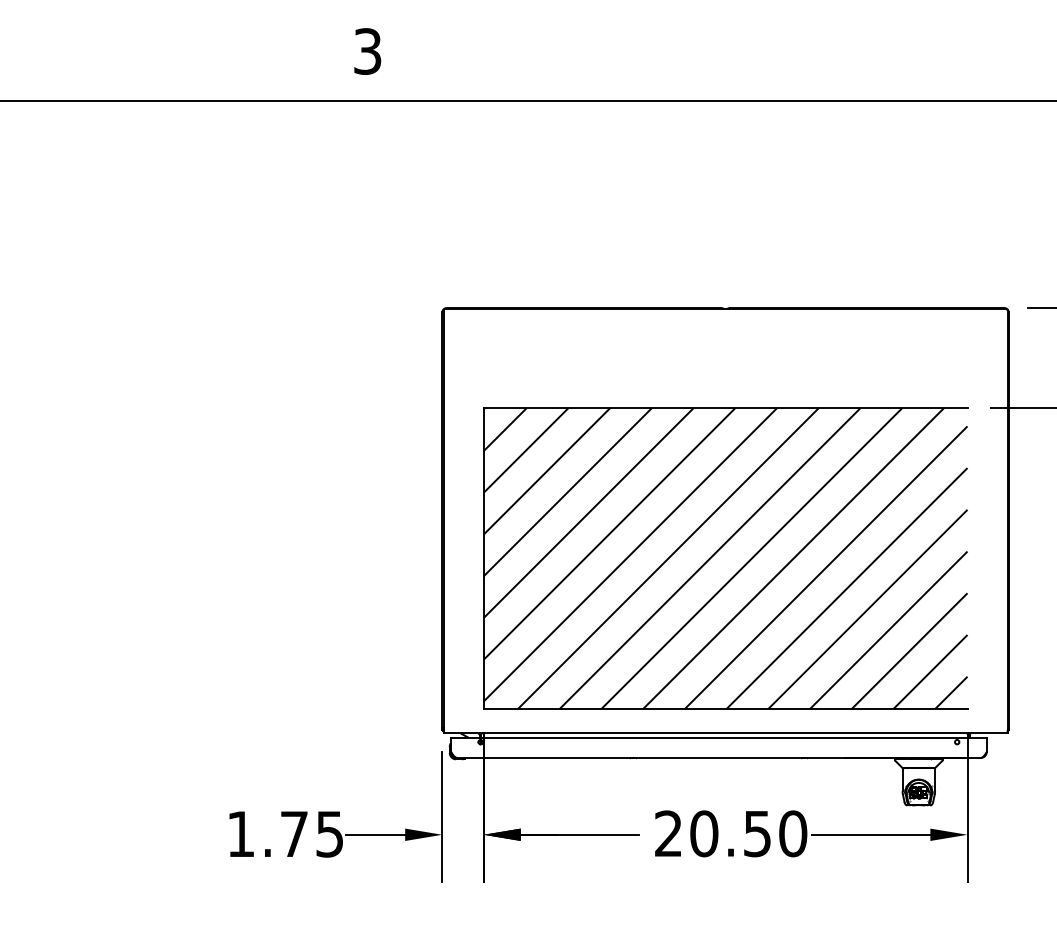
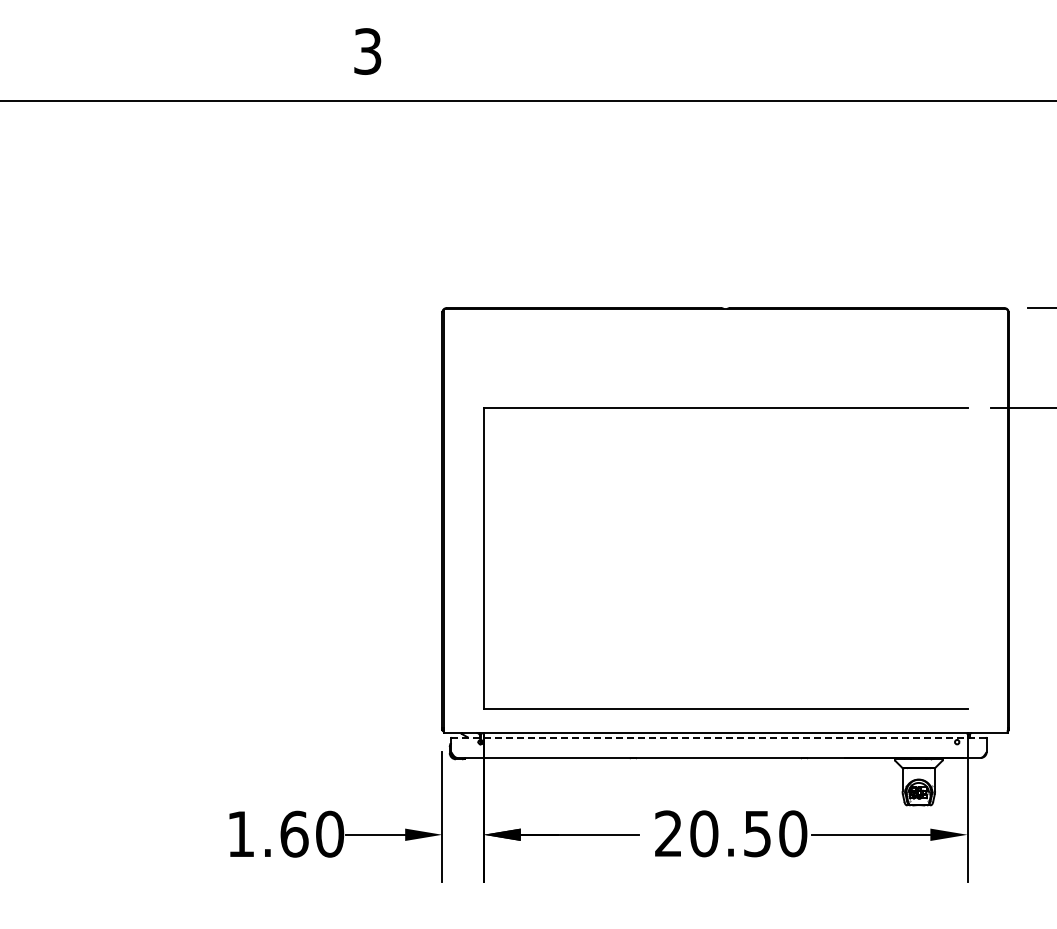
hatch at (725, 558): present -> none
line at (718, 737): solid -> dashed
text at (312, 833): 1.75 -> 1.60
